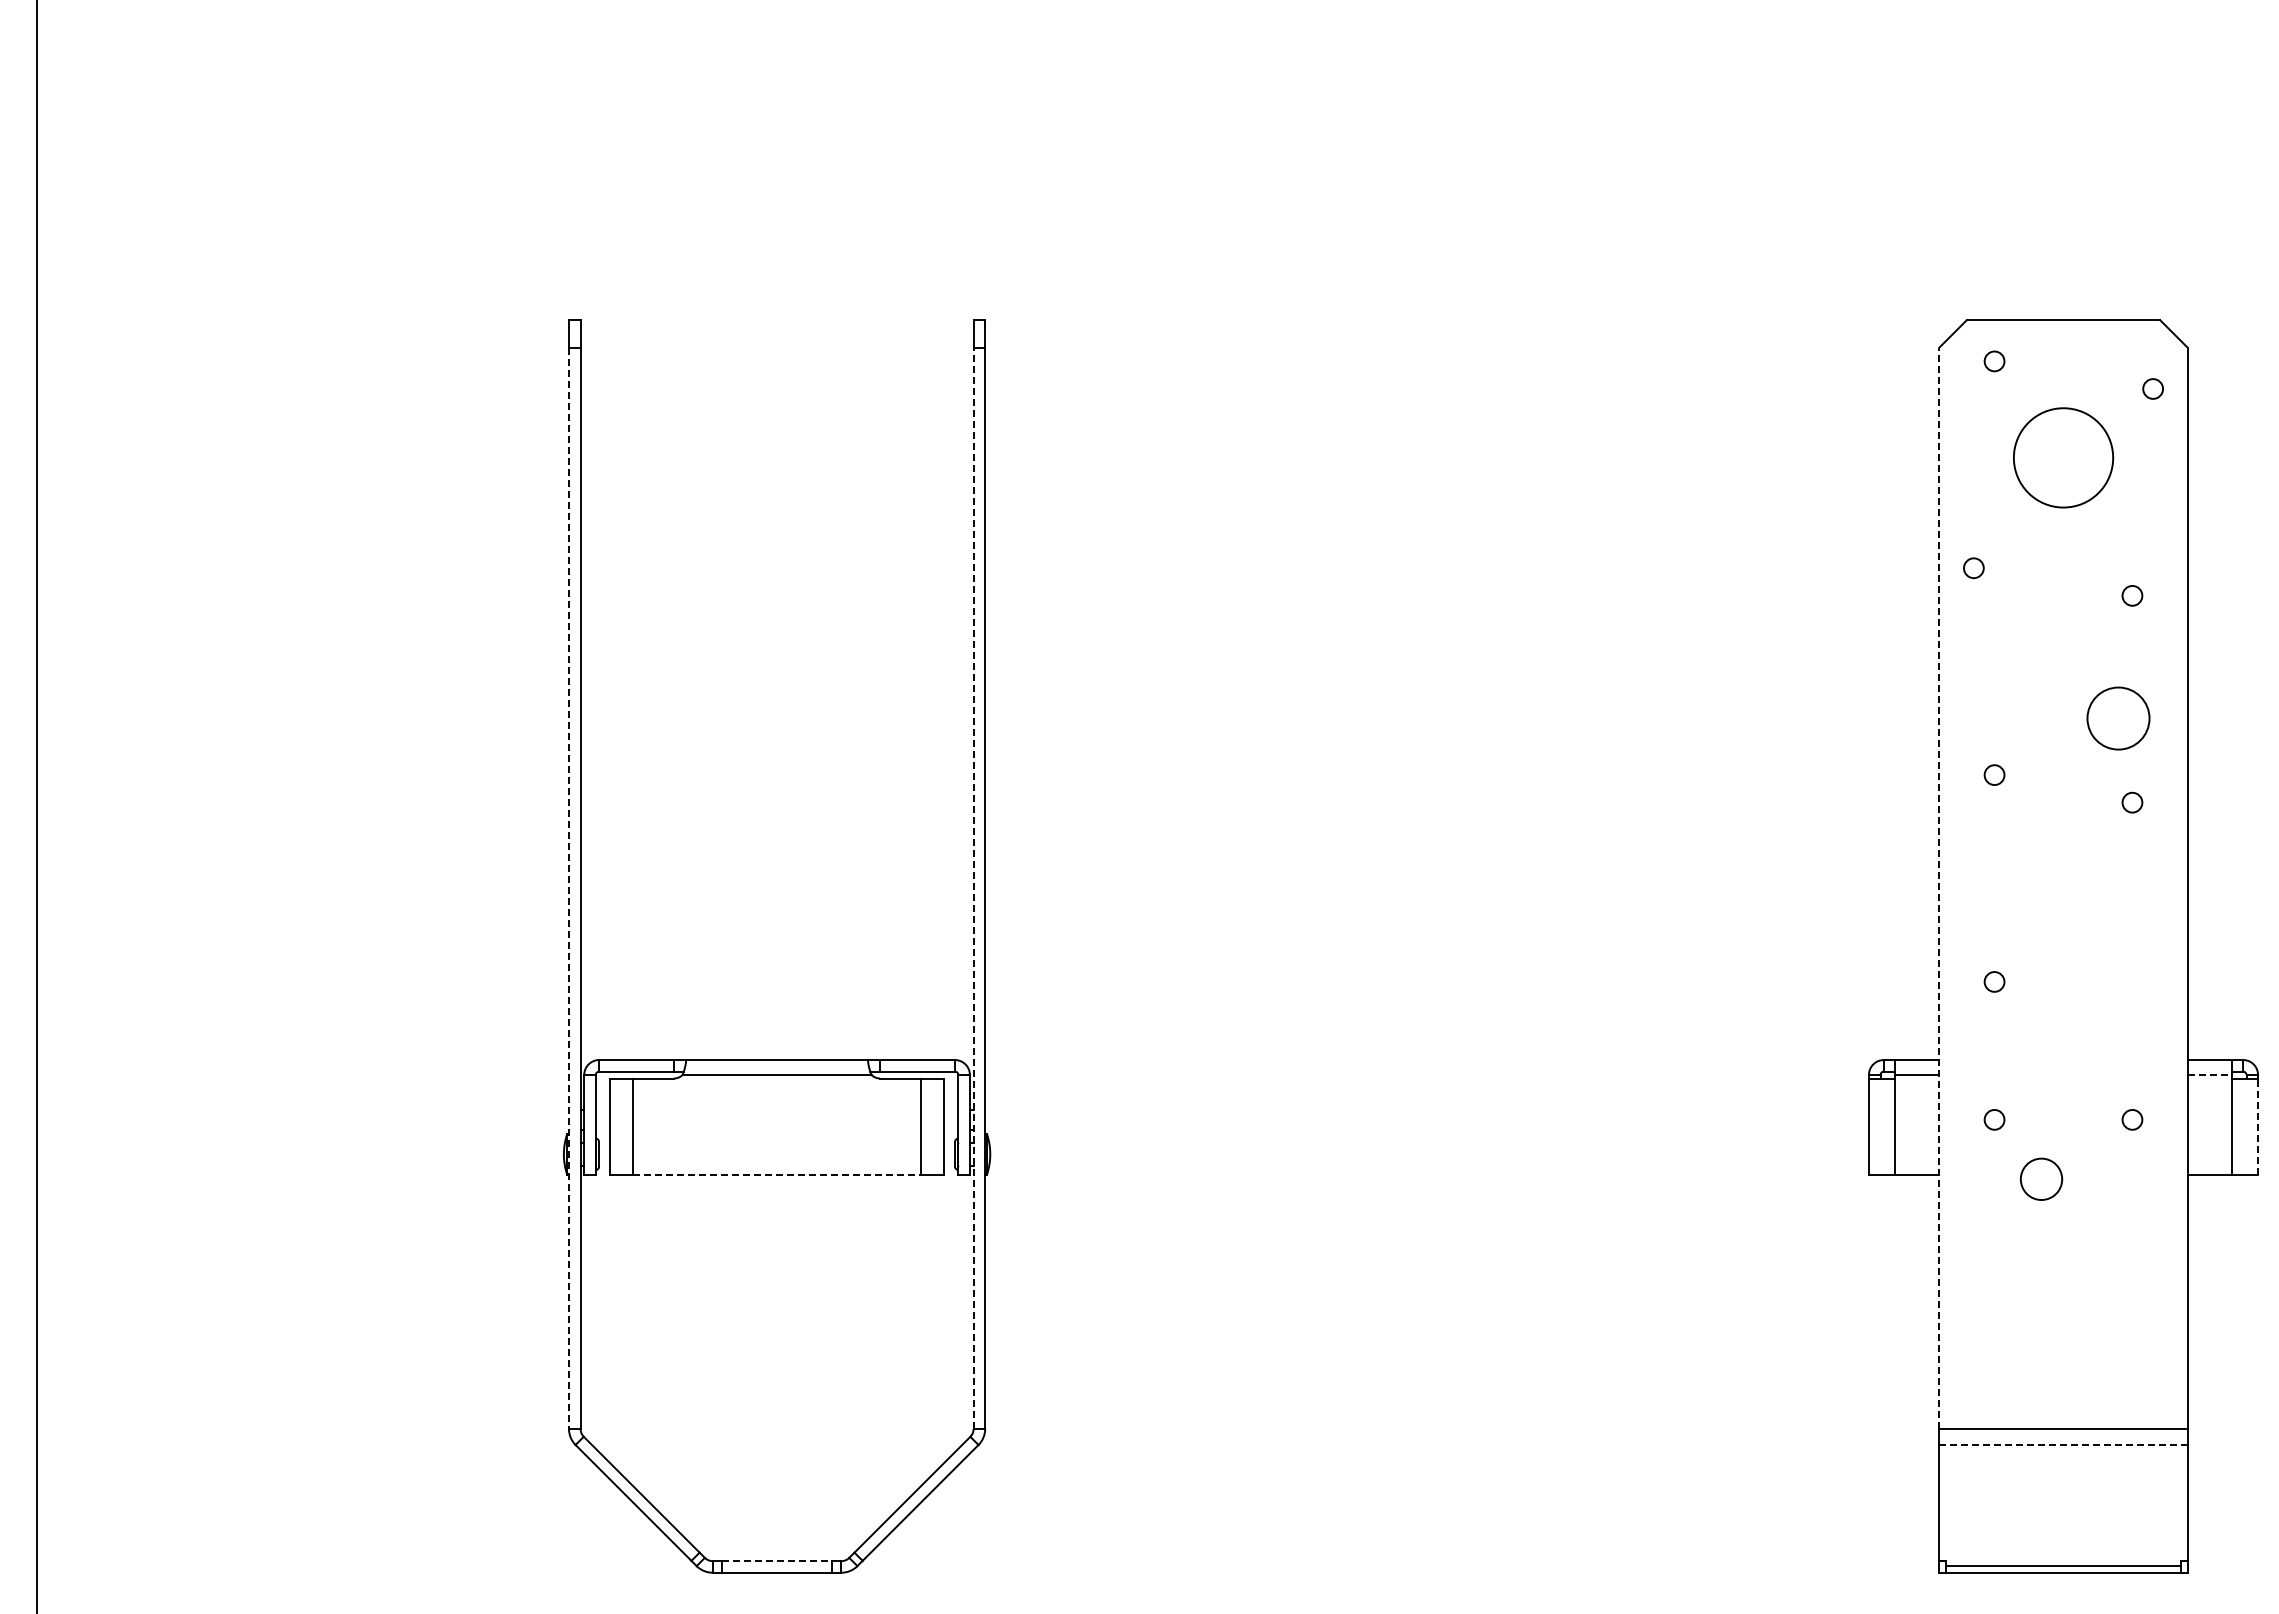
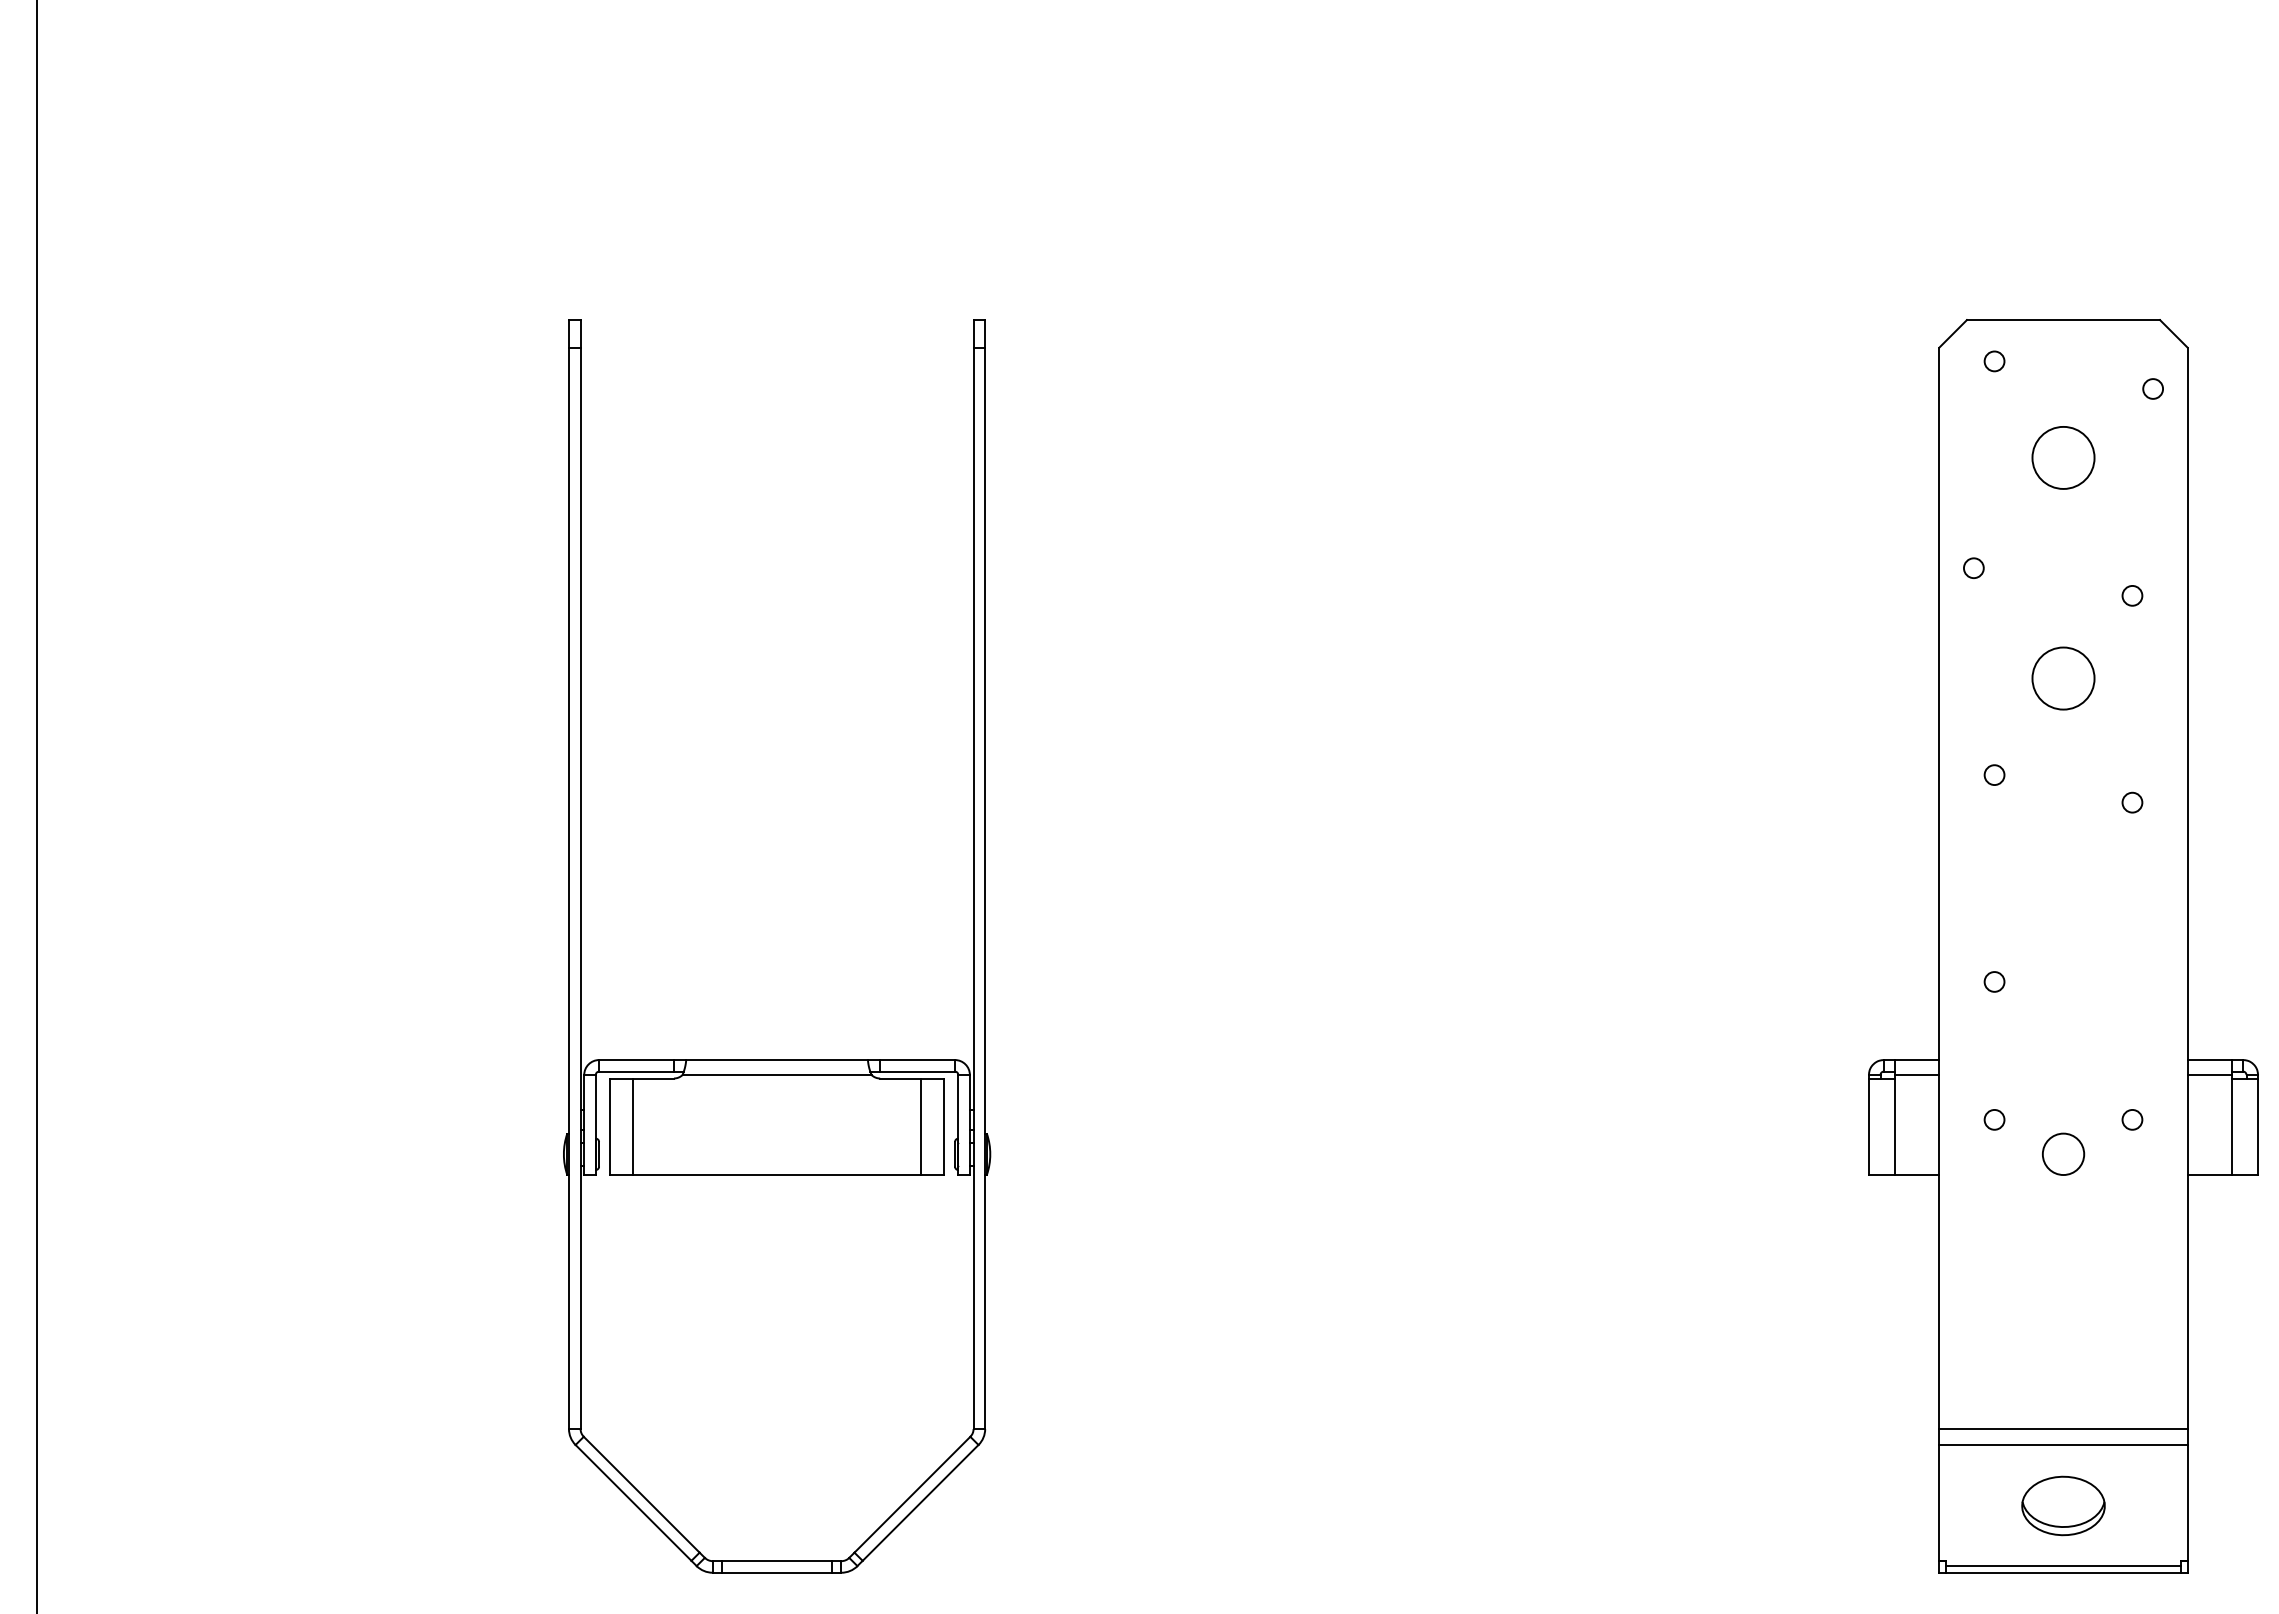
circle at (2063, 457) size: 102x102 px -> 65x64 px
circle at (2118, 718) position: (2118, 718) -> (2063, 678)
line at (568, 888): dashed -> solid
line at (973, 888): dashed -> solid
line at (1939, 888): dashed -> solid
line at (2210, 1075): dashed -> solid
line at (2258, 1126): dashed -> solid
line at (777, 1175): dashed -> solid
circle at (2041, 1178) position: (2041, 1178) -> (2063, 1153)
line at (2063, 1444): dashed -> solid
part at (2063, 1505): none -> present
line at (777, 1561): dashed -> solid
